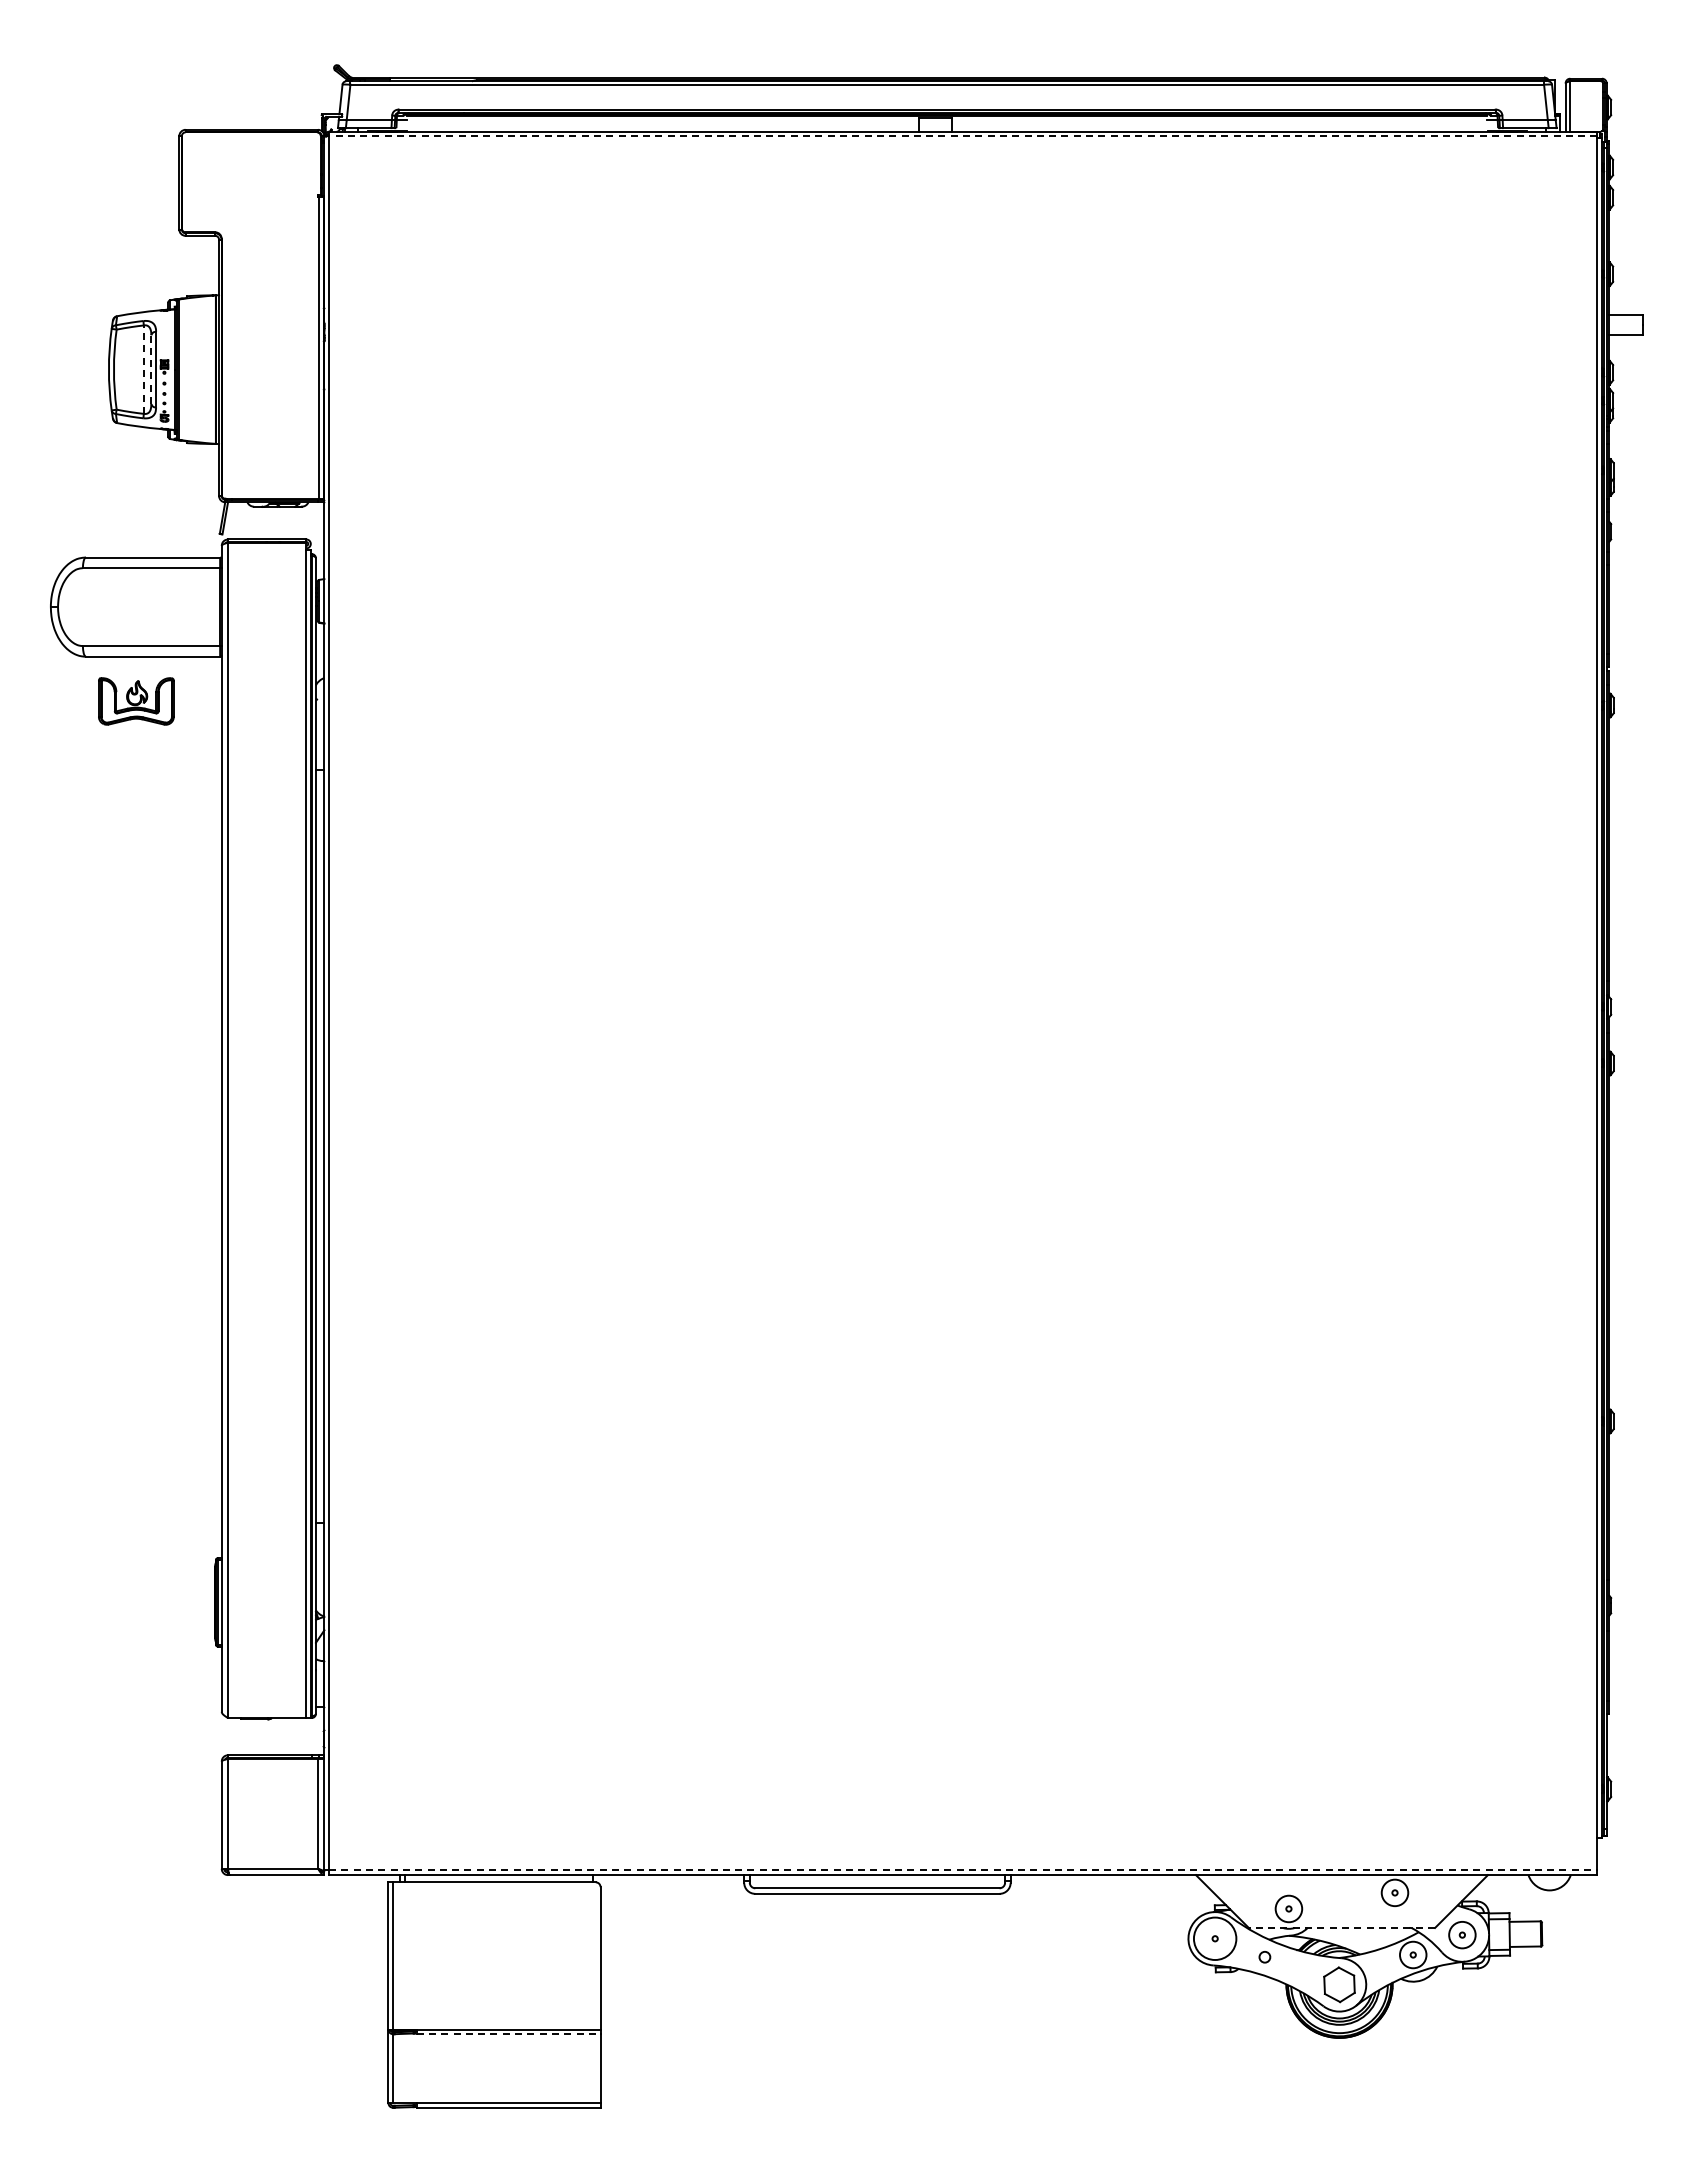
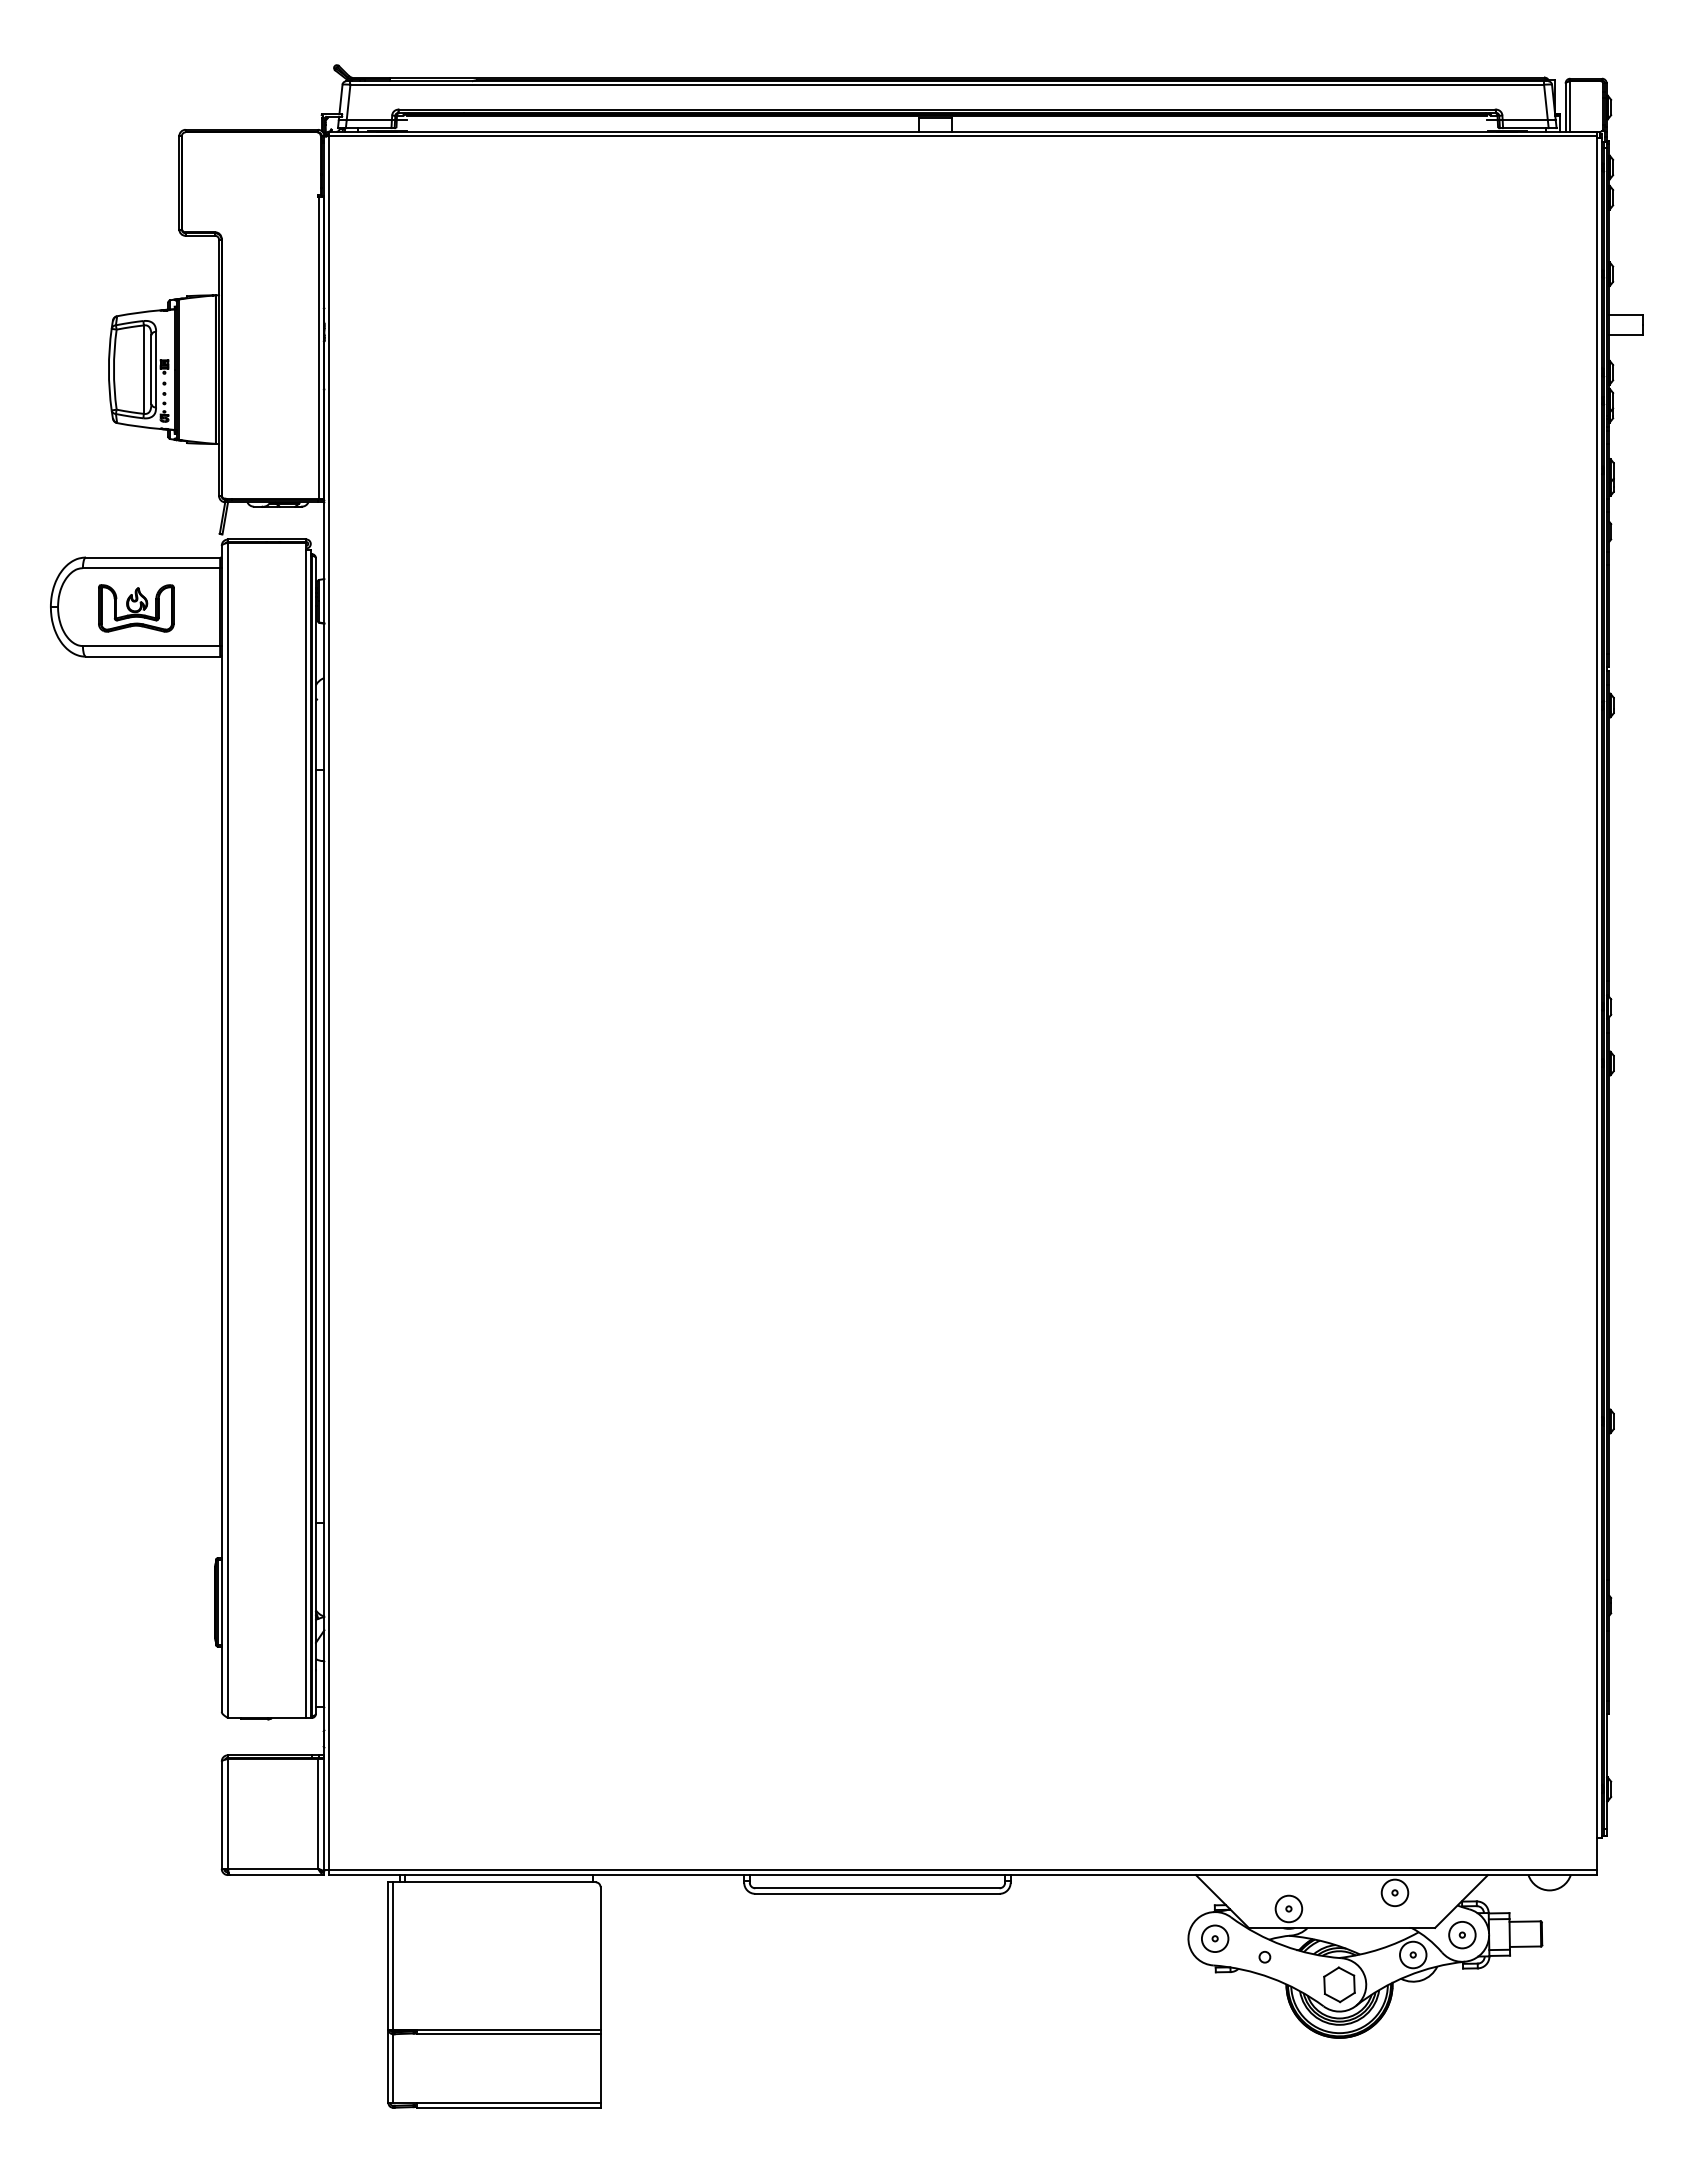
line at (962, 136): dashed -> solid
line at (143, 369): dashed -> solid
line at (151, 369): dashed -> solid
part at (136, 701) position: (136, 701) -> (136, 608)
line at (963, 1870): dashed -> solid
line at (1341, 1927): dashed -> solid
circle at (1214, 1938) diameter: 42 px -> 27 px
line at (508, 2034): dashed -> solid
